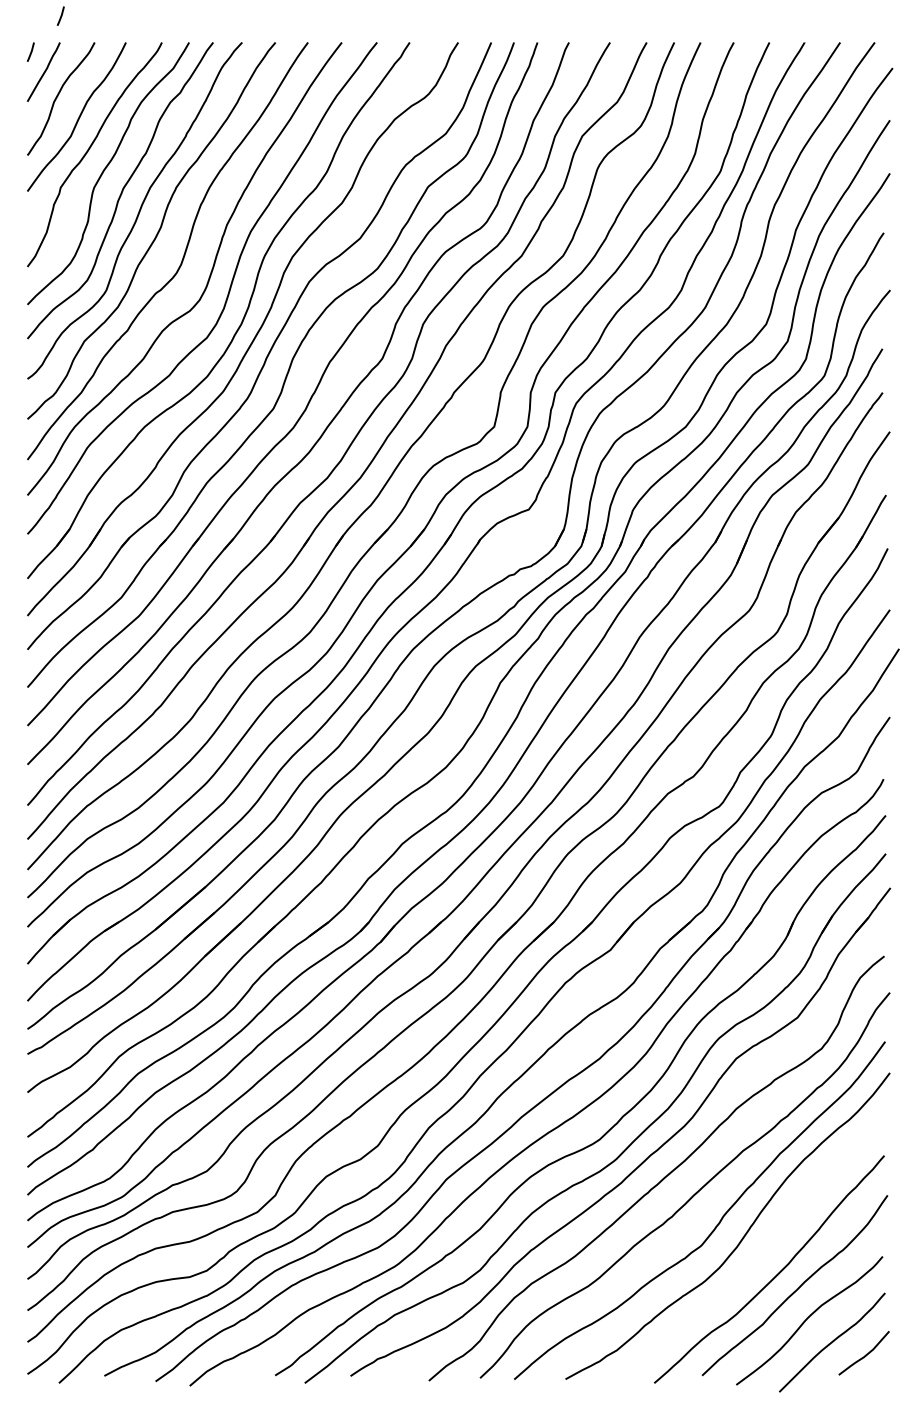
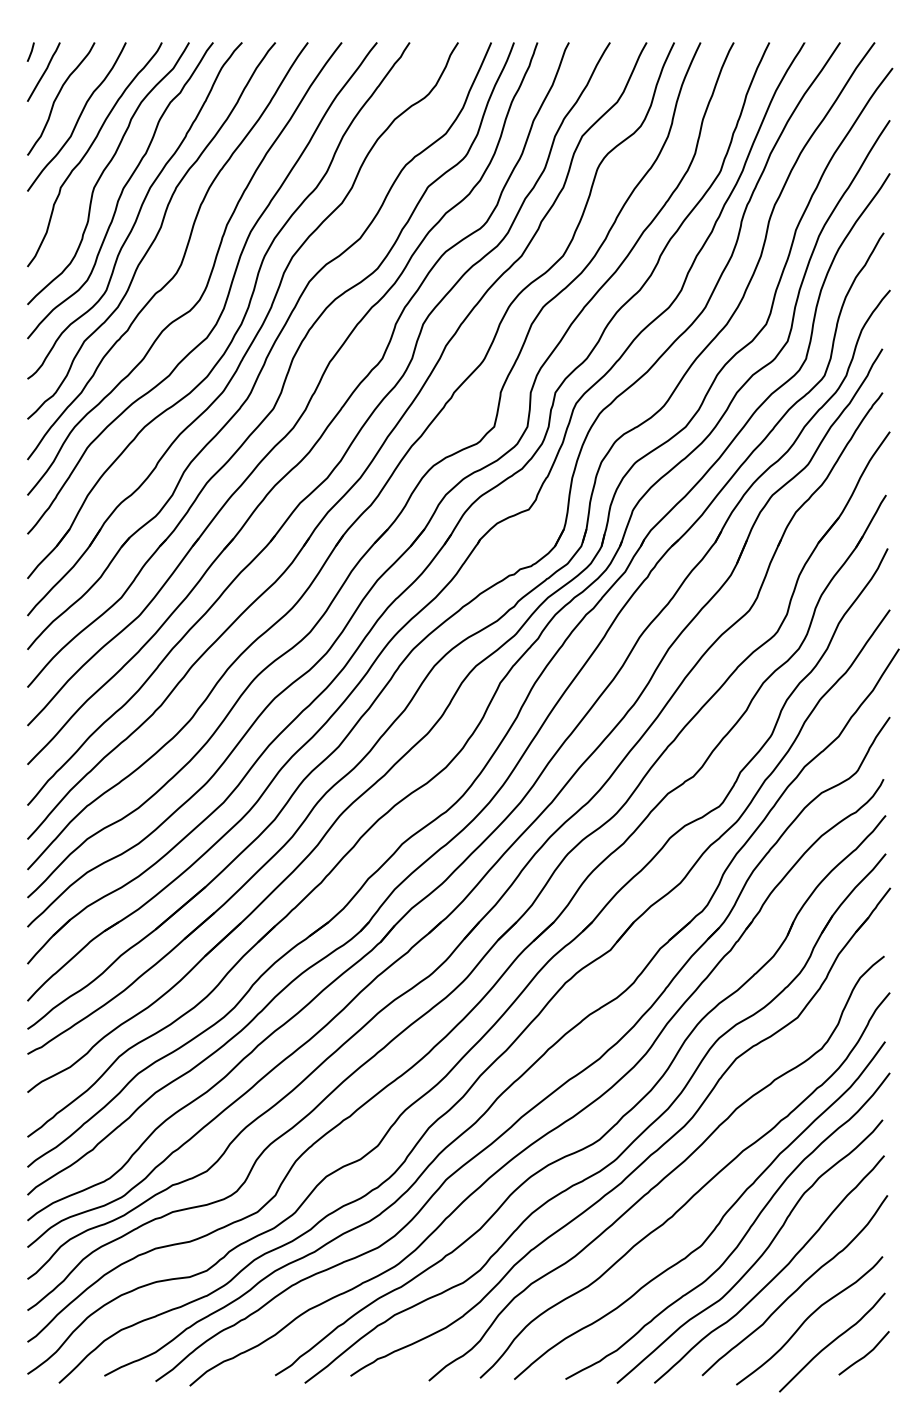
line at (60, 15): present -> none
curve at (757, 1258): none -> present
